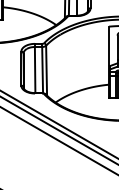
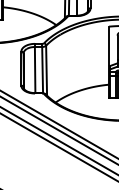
line at (58, 146): none -> present
